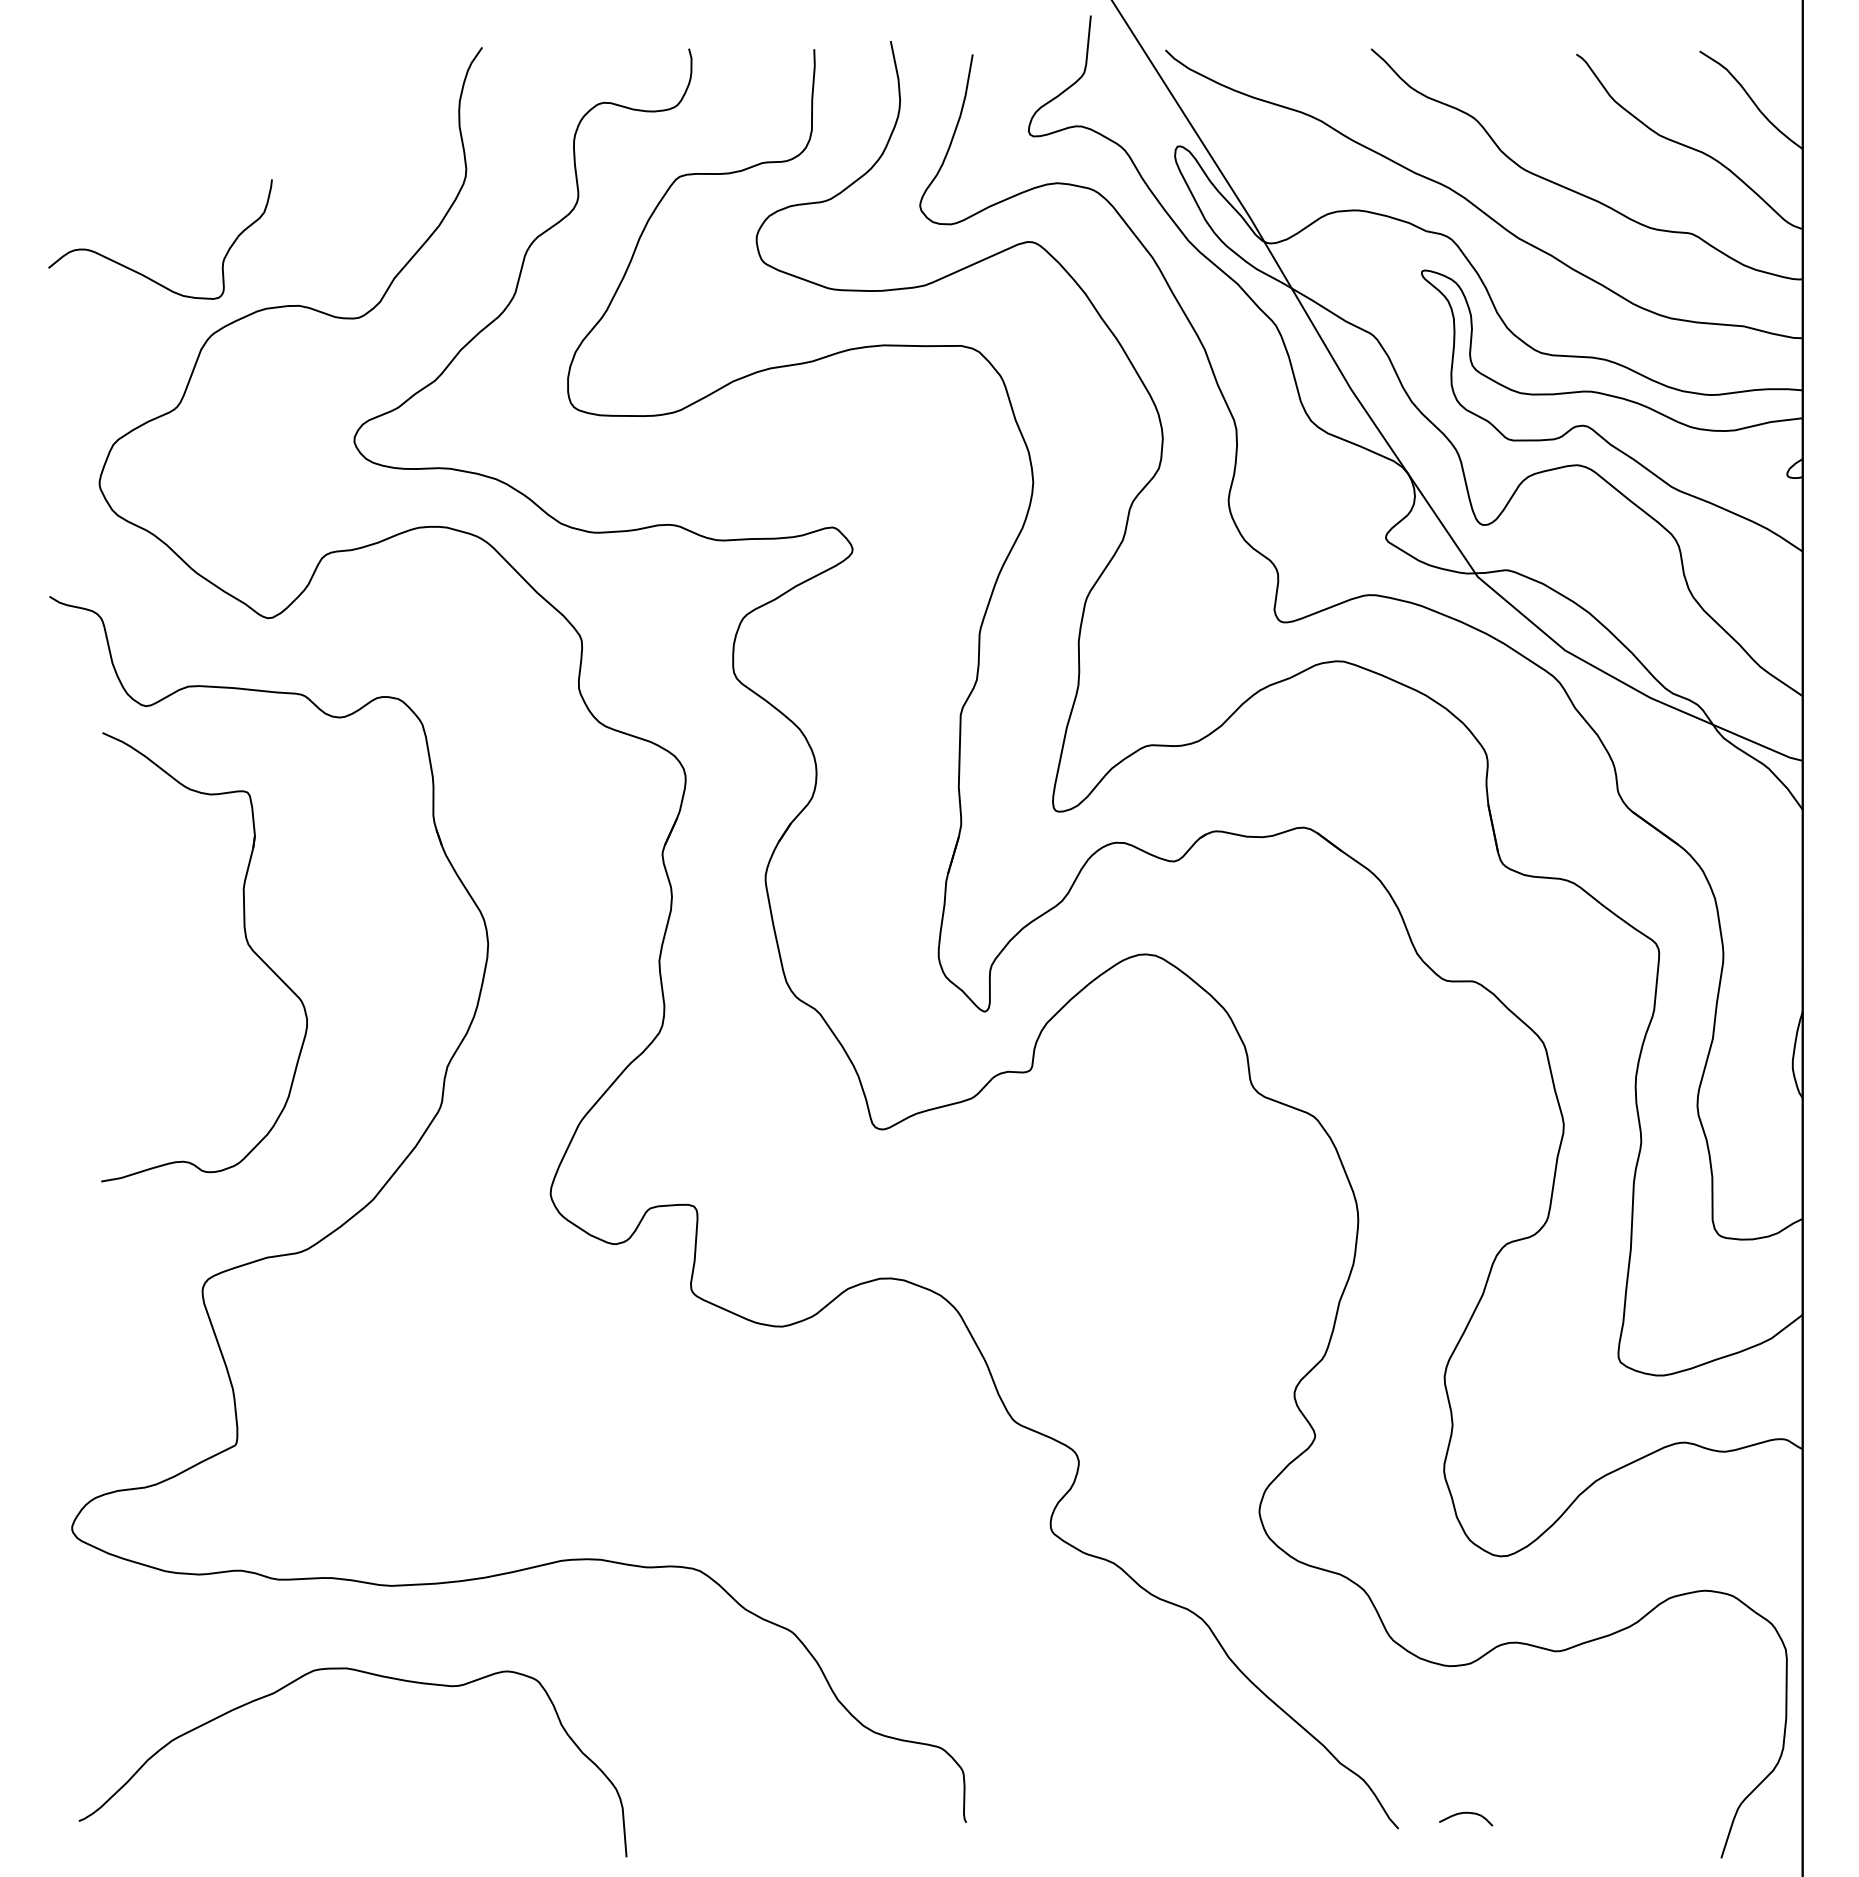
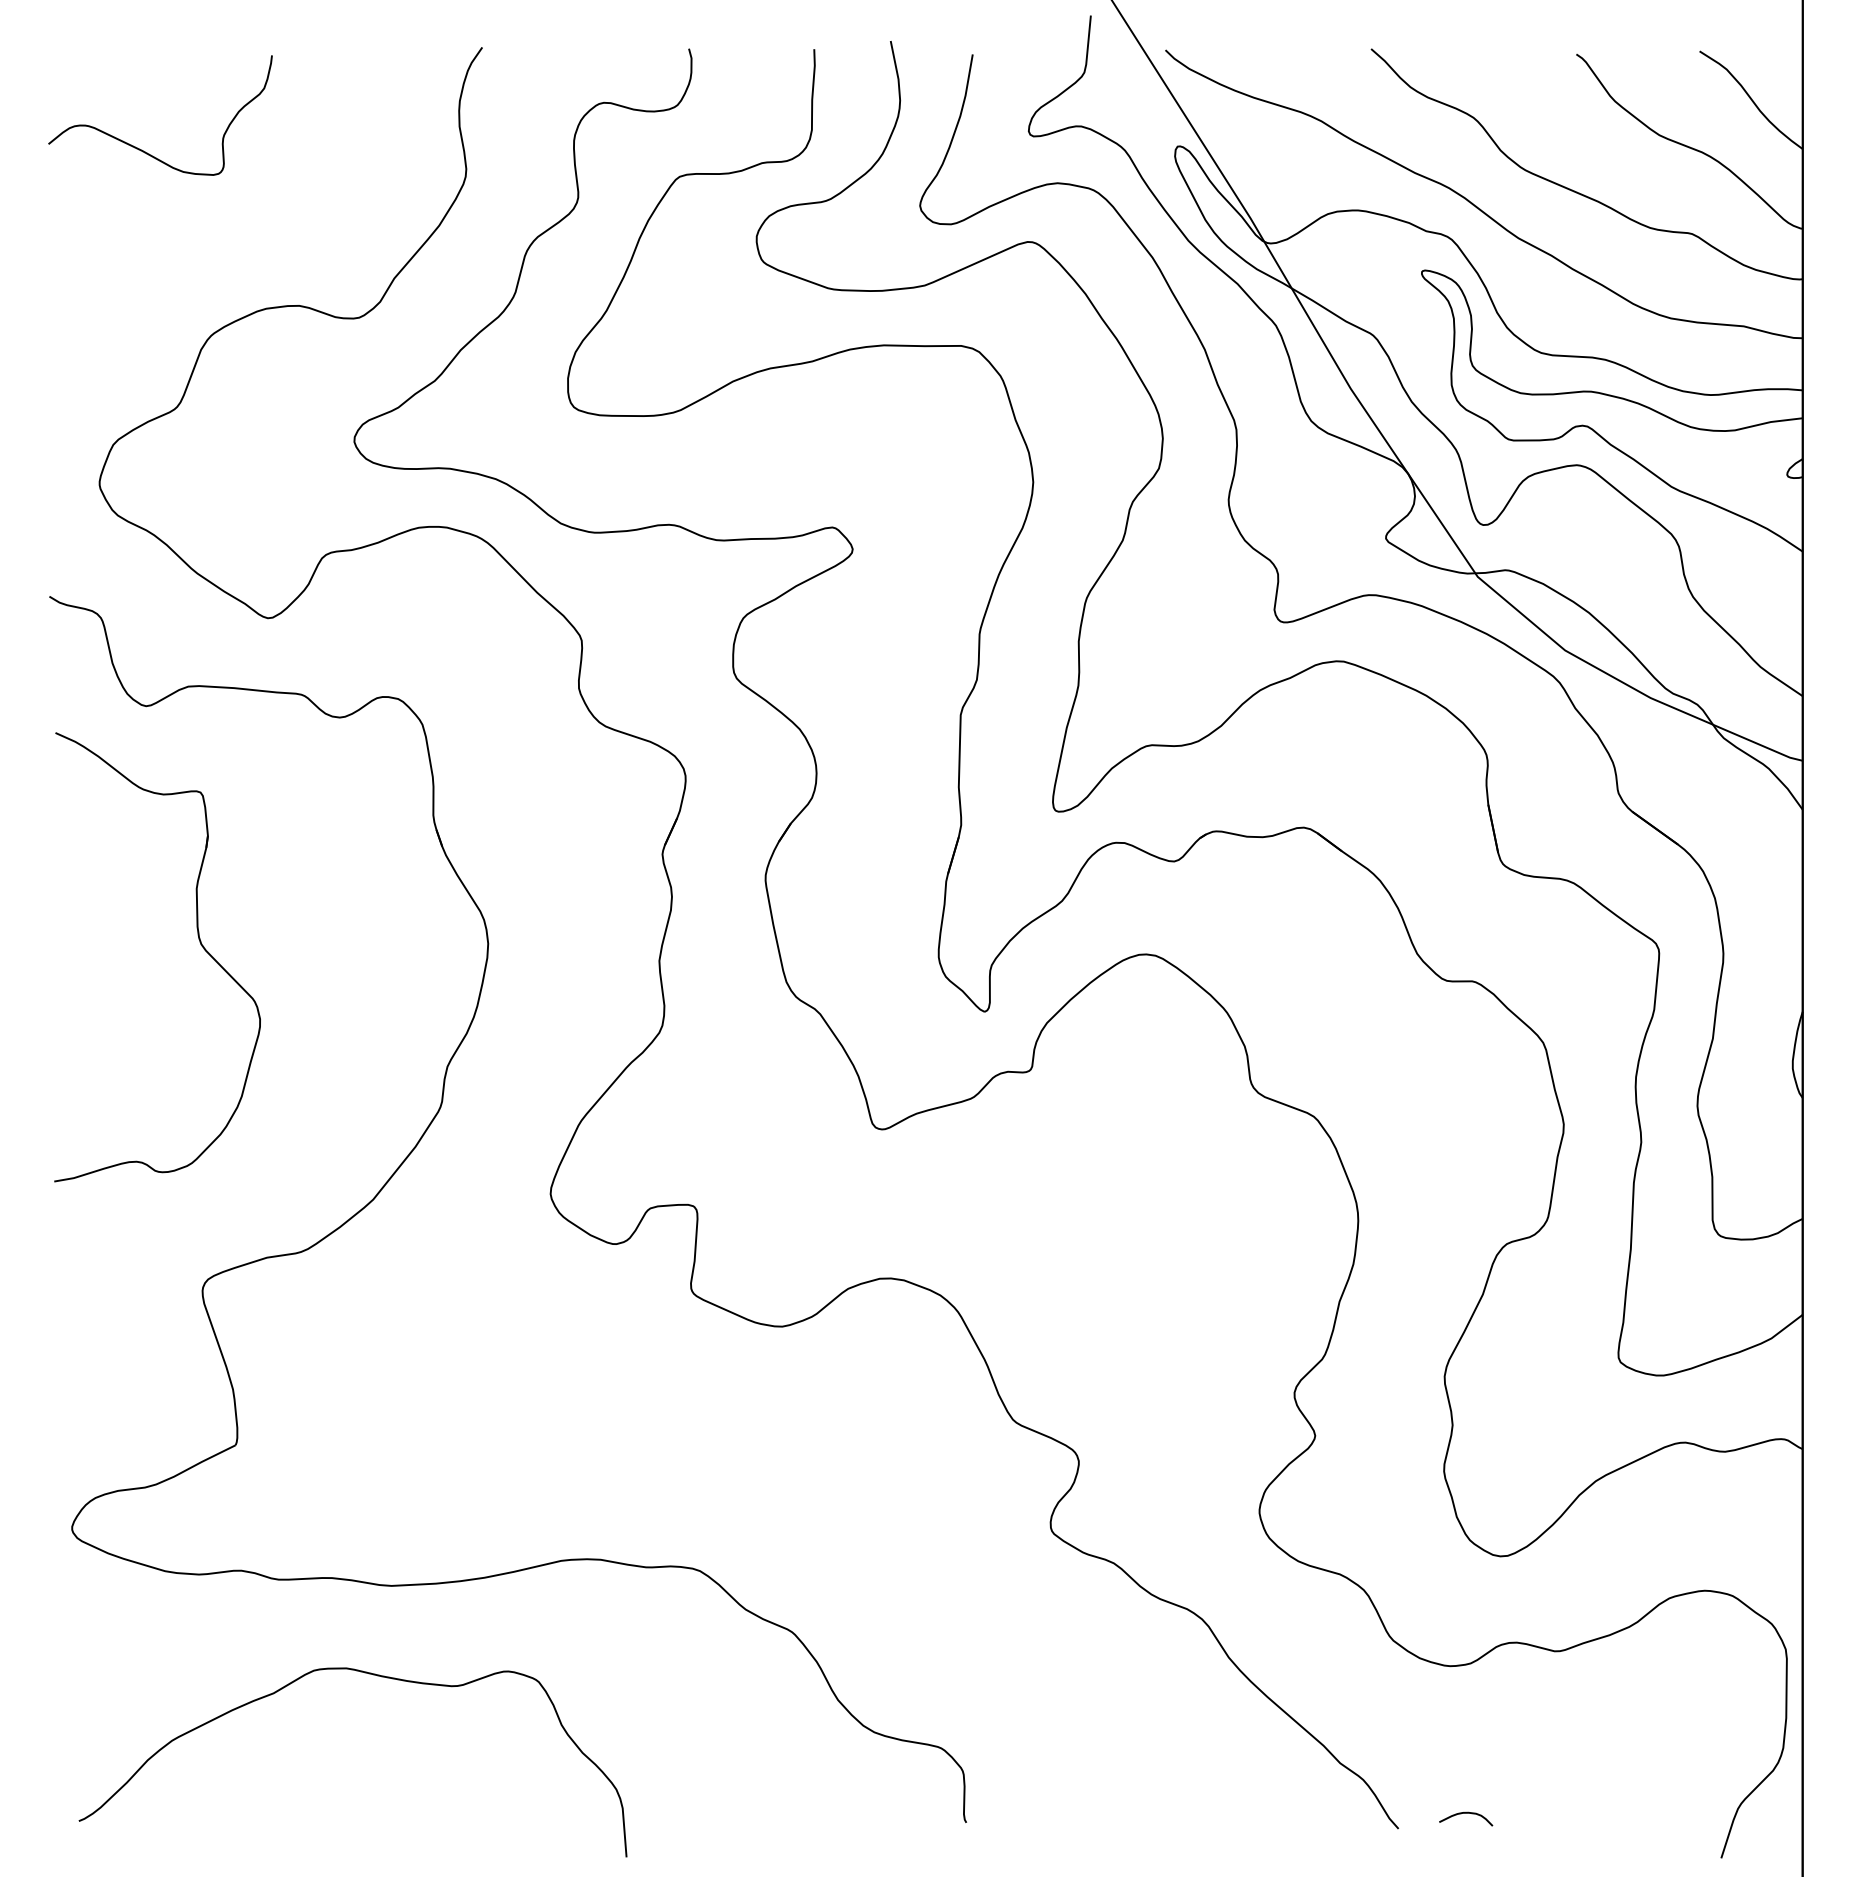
curve at (143, 274) position: (143, 274) -> (143, 150)
part at (246, 942) position: (246, 942) -> (199, 942)
